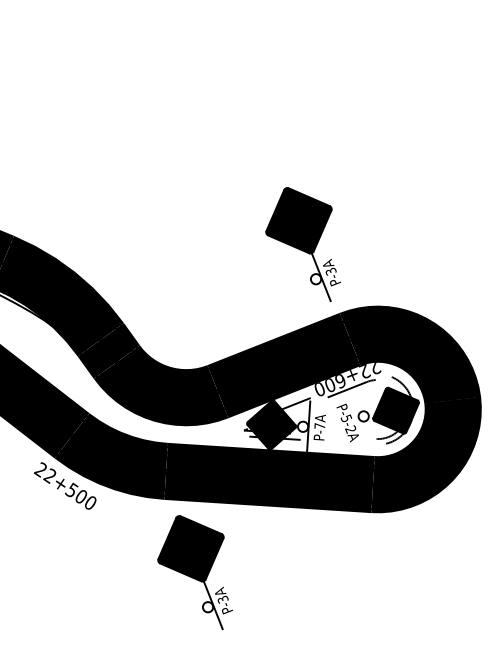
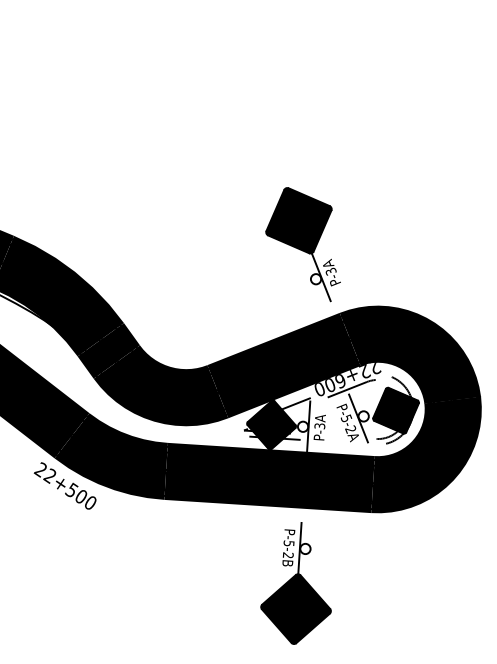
line at (358, 418): none -> present
text at (319, 426): P-7A -> P-3A
part at (194, 572): present -> none
part at (295, 583): none -> present
